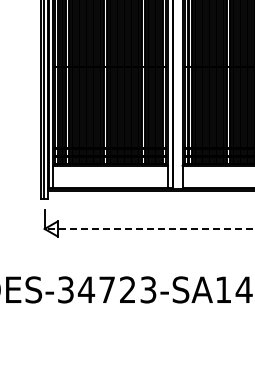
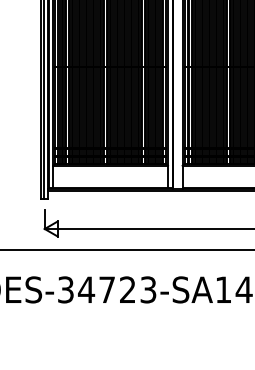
line at (149, 229): dashed -> solid
line at (126, 250): none -> present
